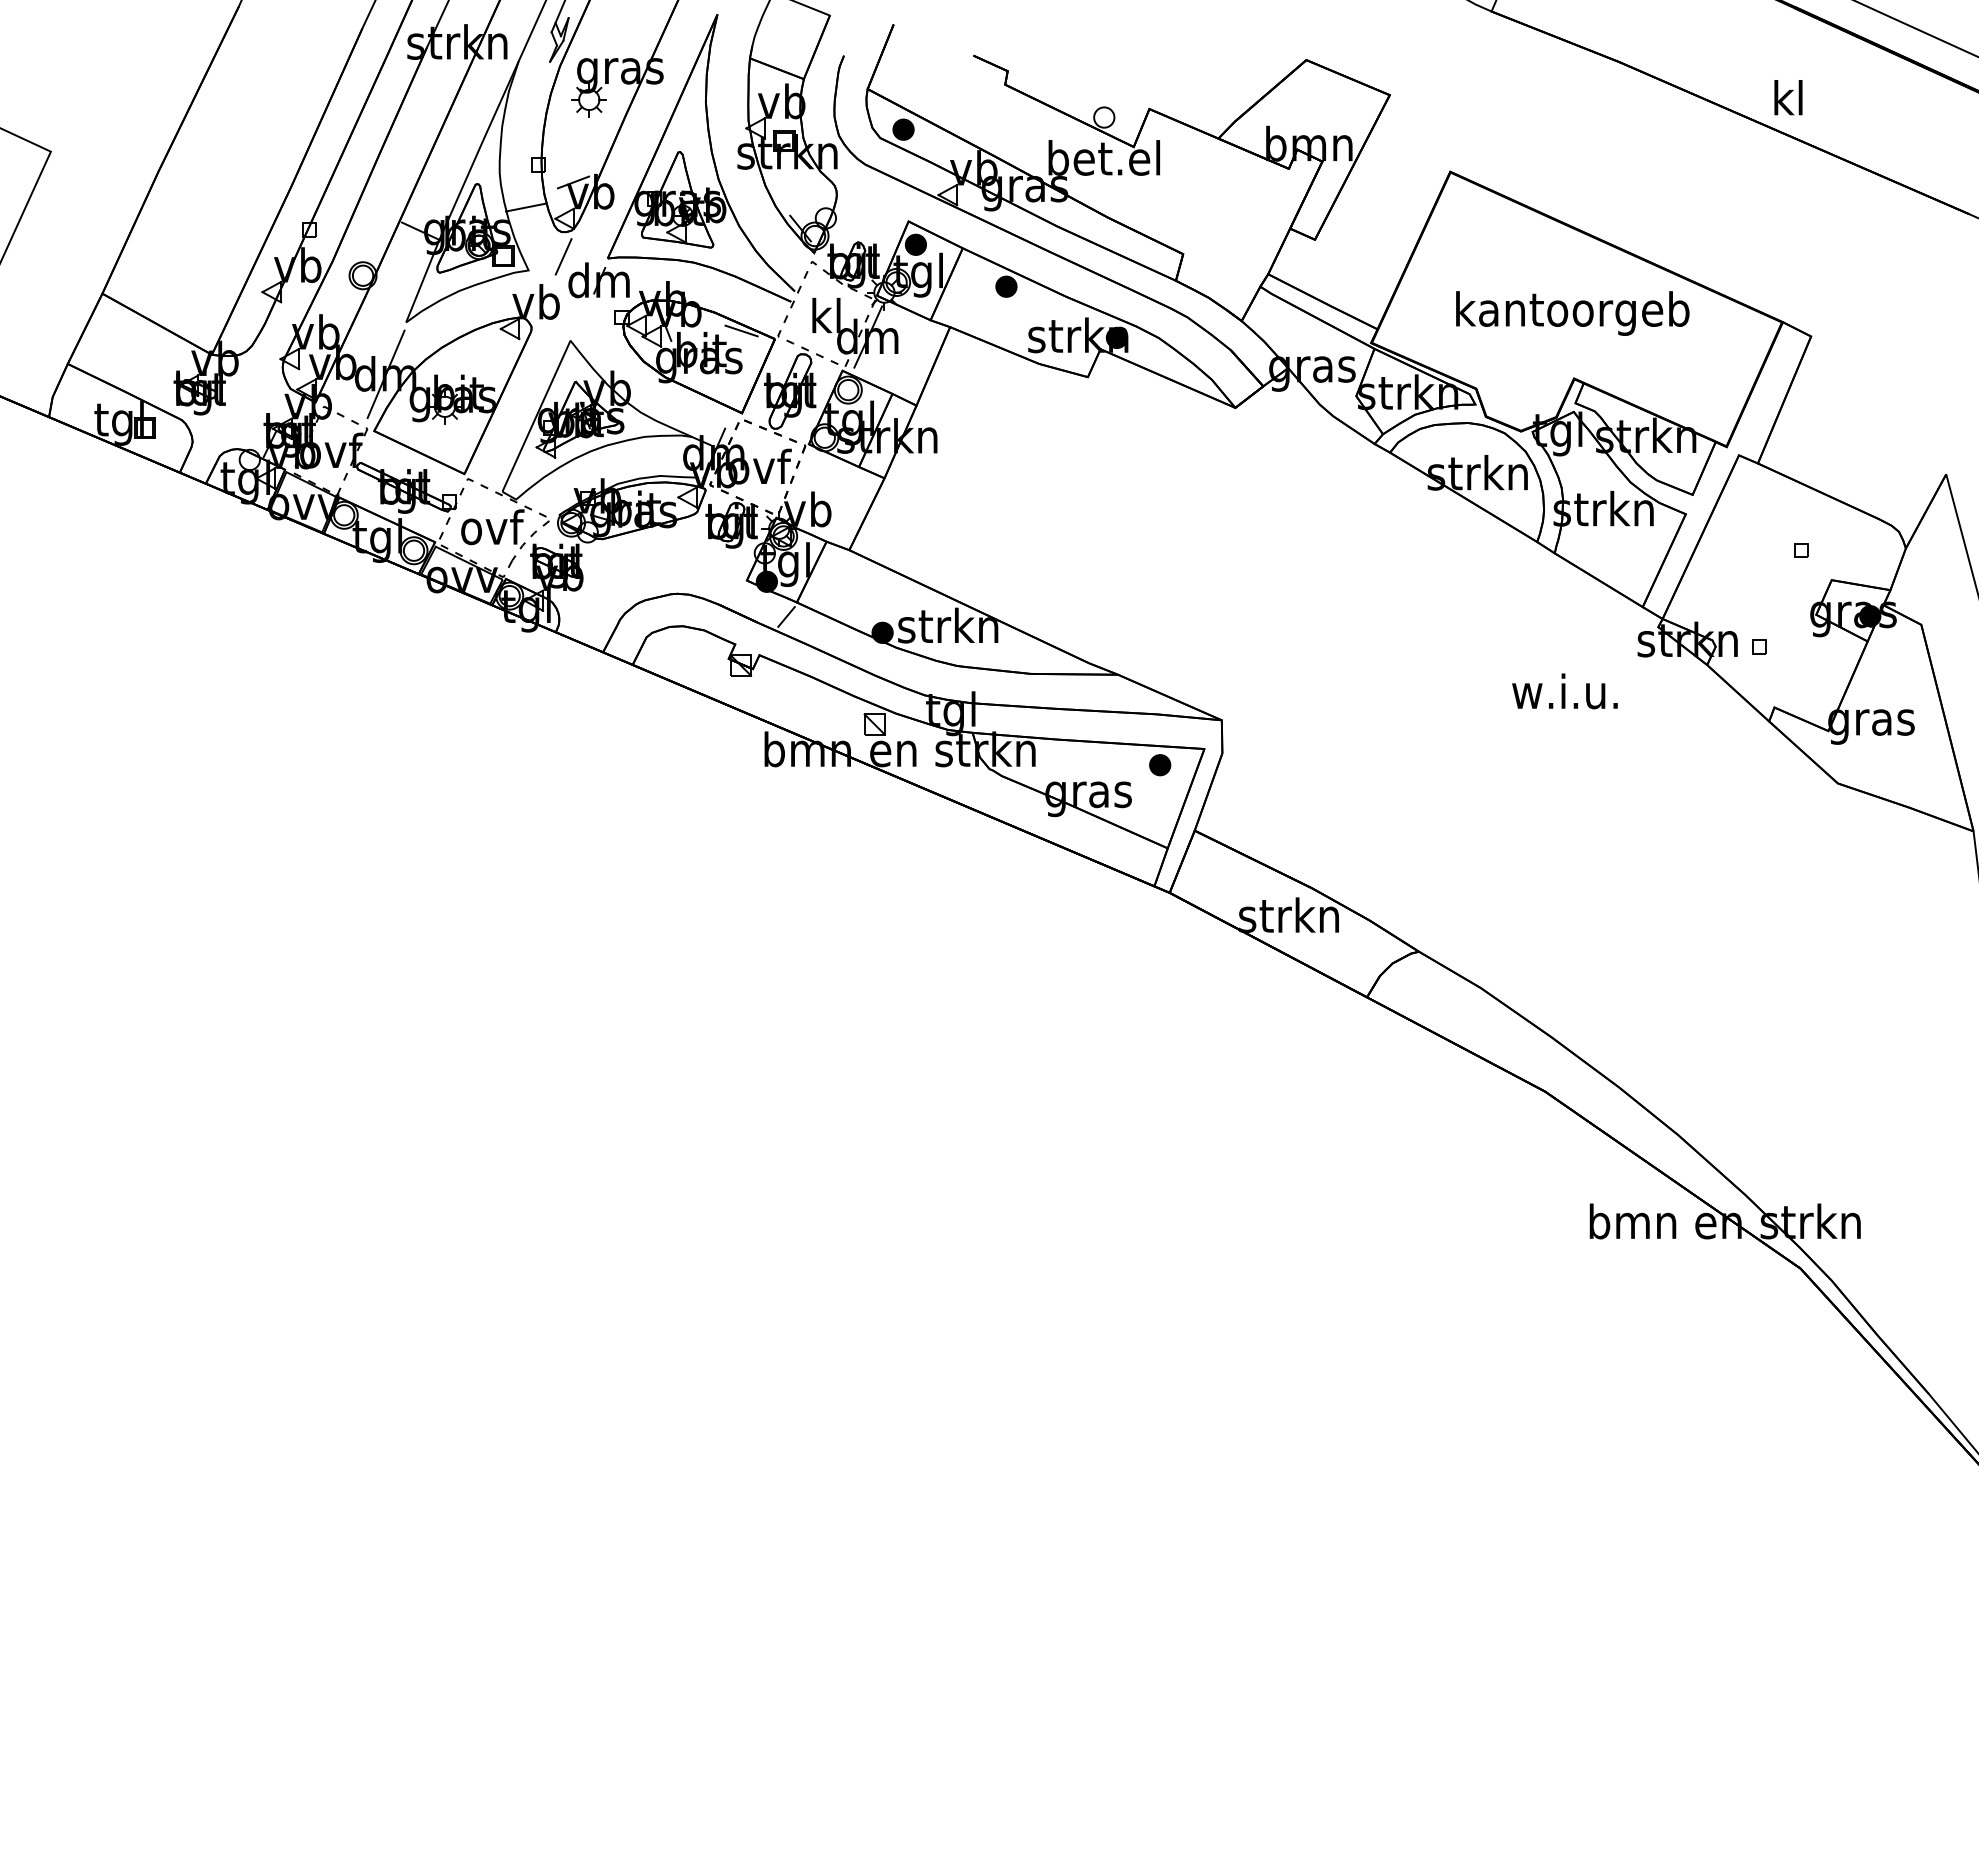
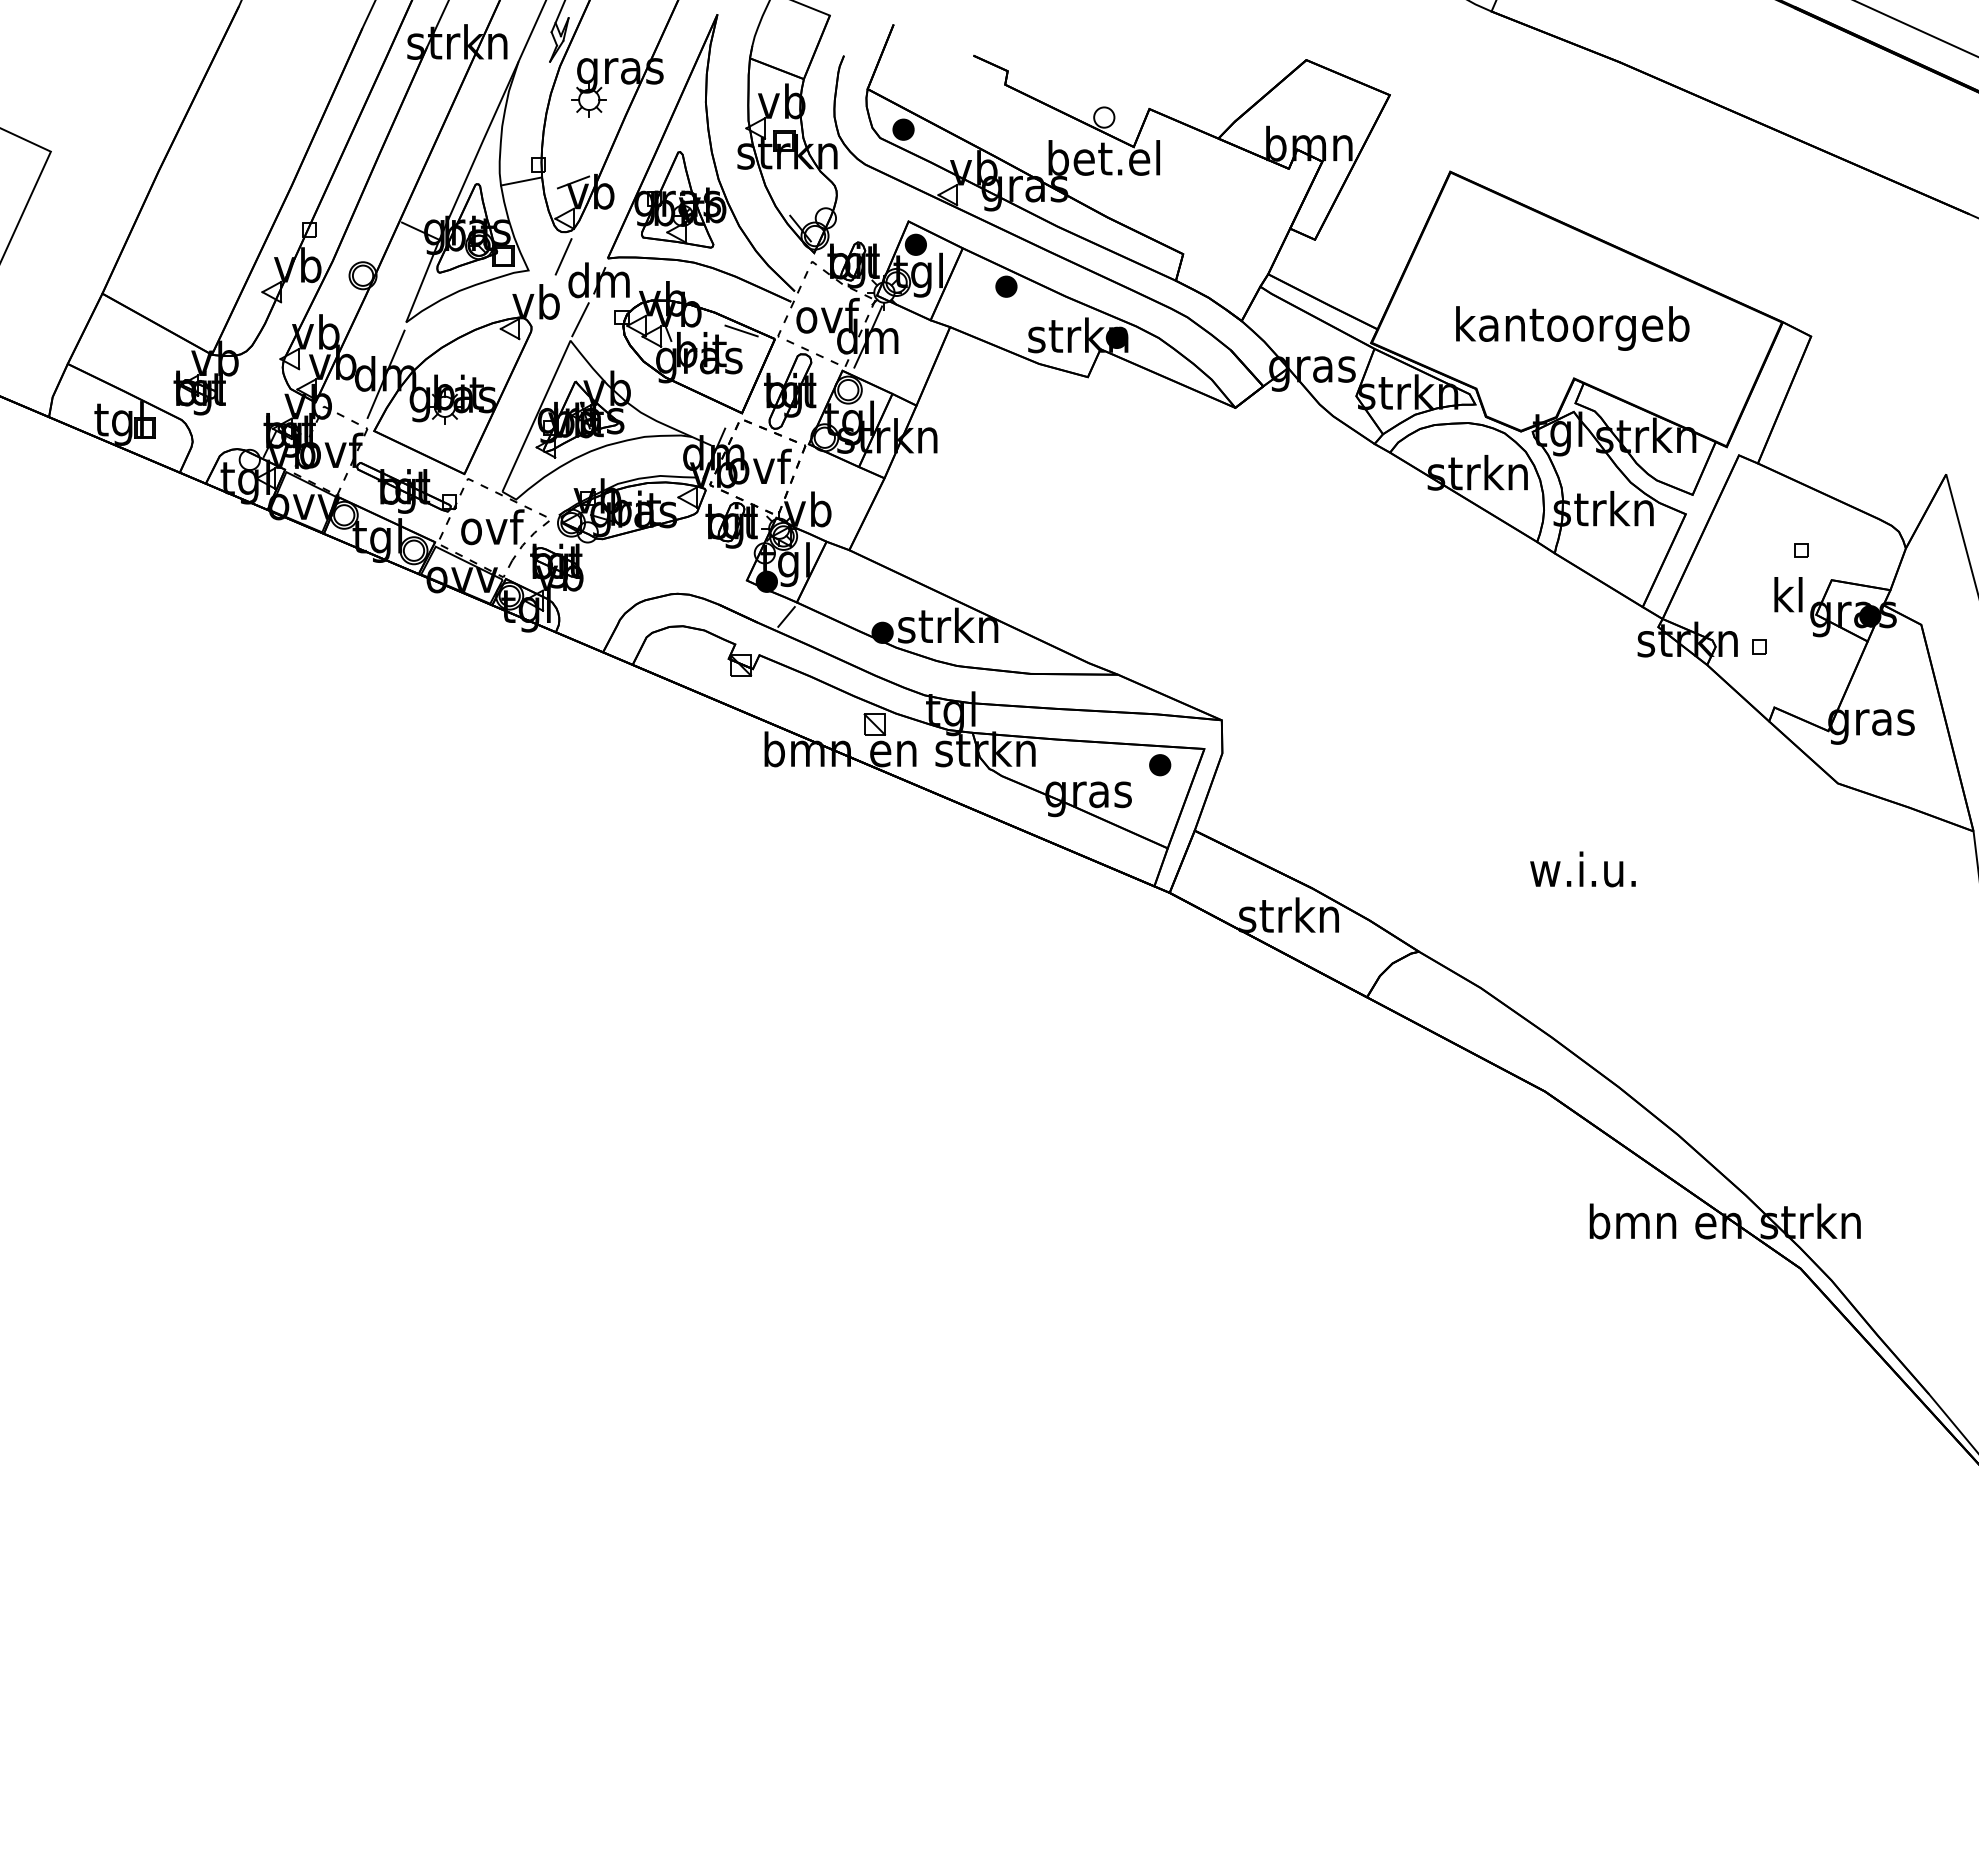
text at (1788, 97) position: (1788, 97) -> (1788, 594)
line at (525, 207) position: (525, 207) -> (520, 181)
text at (1572, 313) position: (1572, 313) -> (1572, 328)
text at (827, 315): kl -> ovf
line at (580, 319): none -> present
text at (1564, 691) position: (1564, 691) -> (1582, 869)
